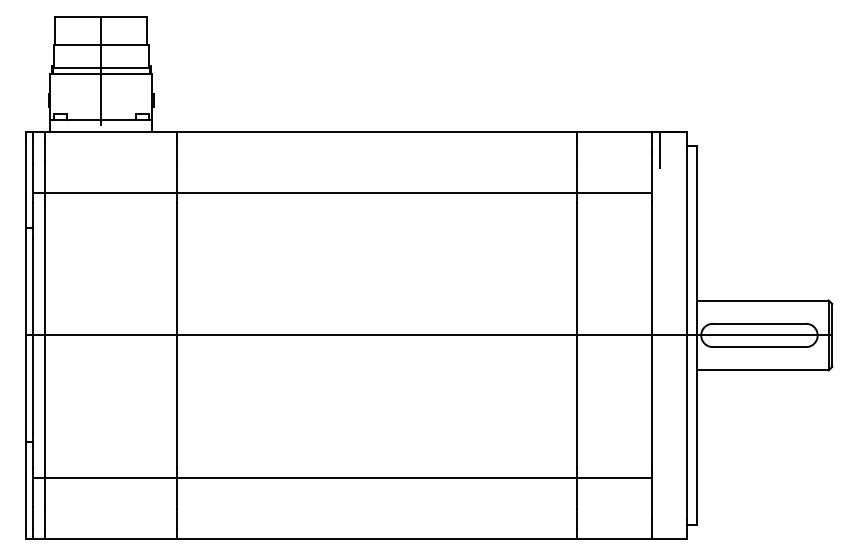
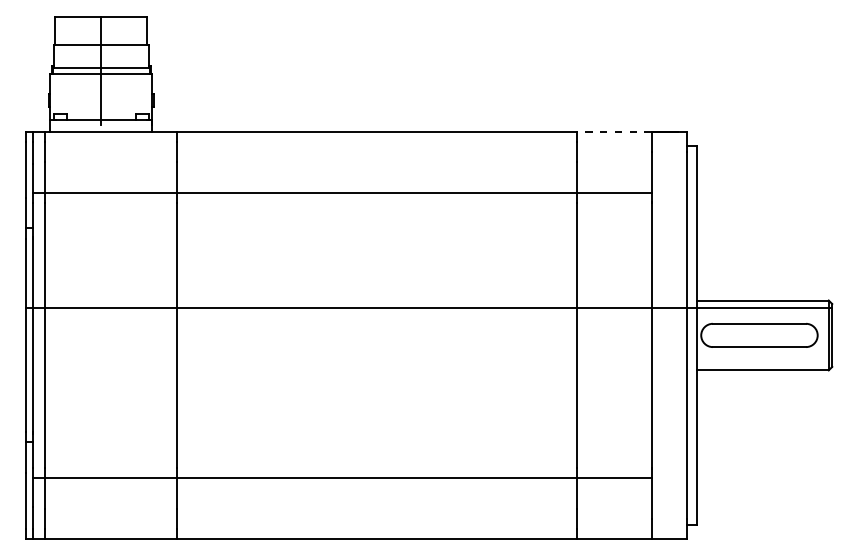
line at (614, 131): solid -> dashed
line at (660, 149): present -> none
line at (428, 335) position: (428, 335) -> (428, 308)
